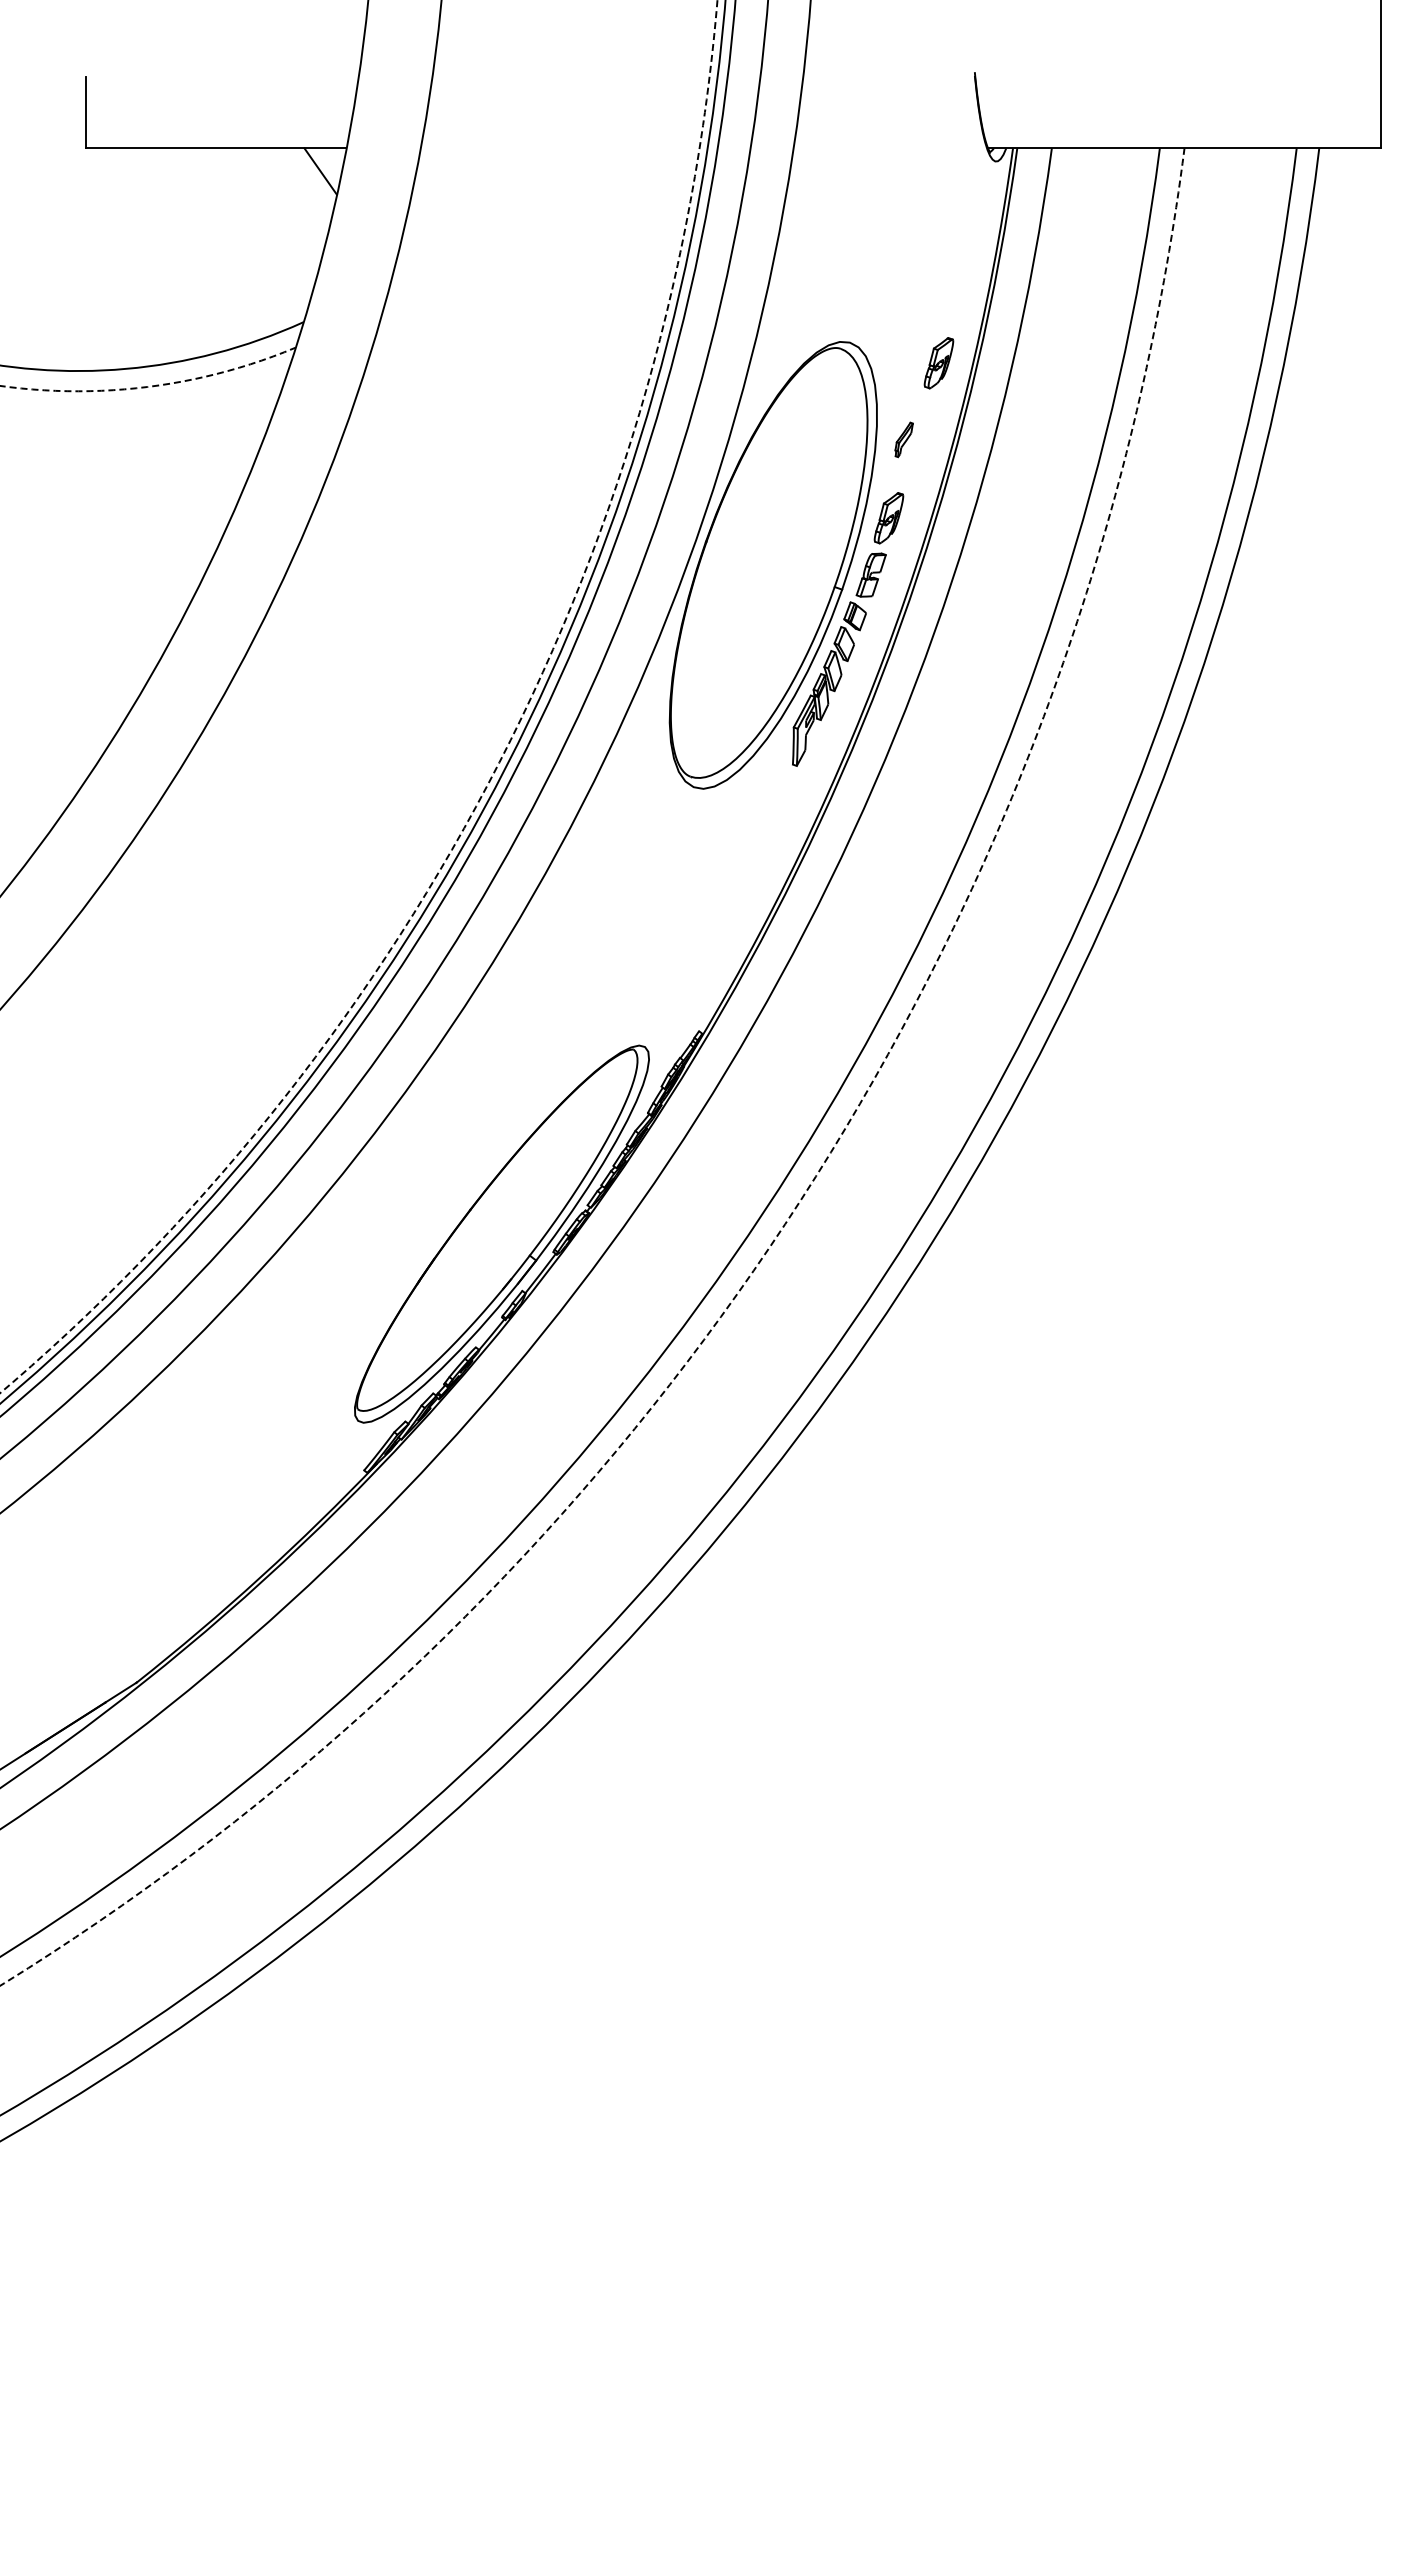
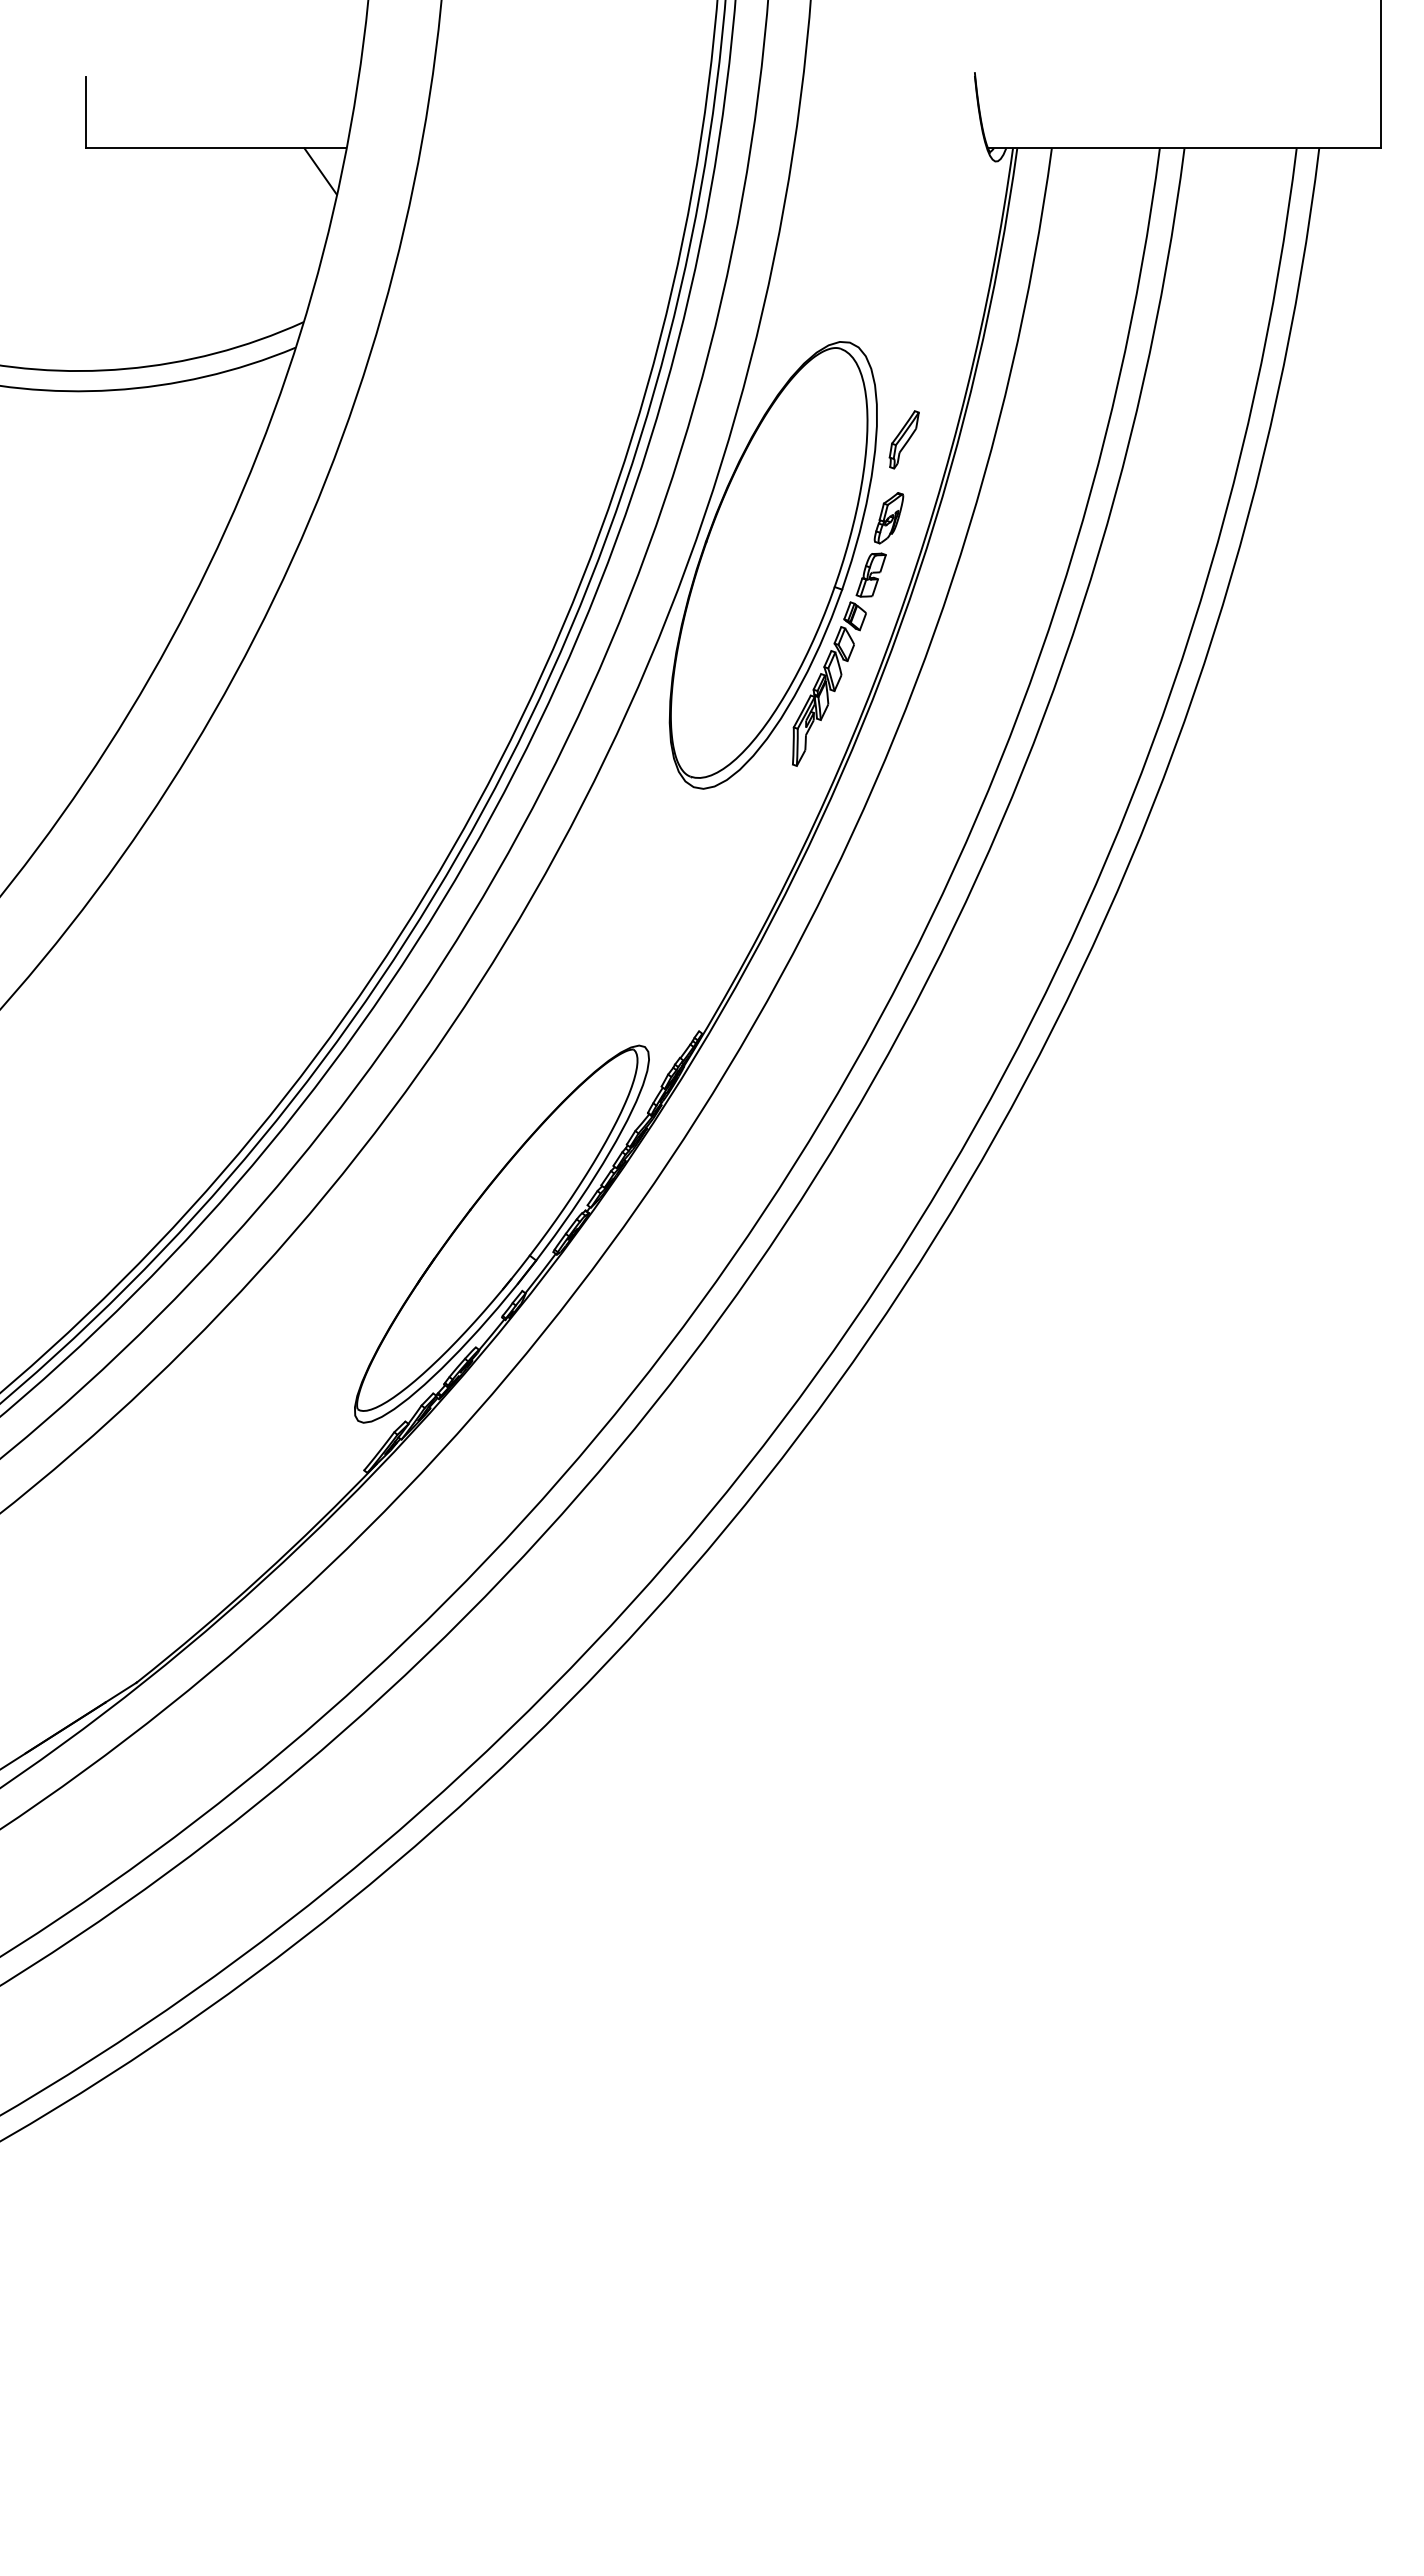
part at (938, 363): present -> none
arc at (150, 386): dashed -> solid
part at (903, 439) size: 20x38 px -> 32x60 px
circle at (358, 696): dashed -> solid
arc at (805, 1192): dashed -> solid
